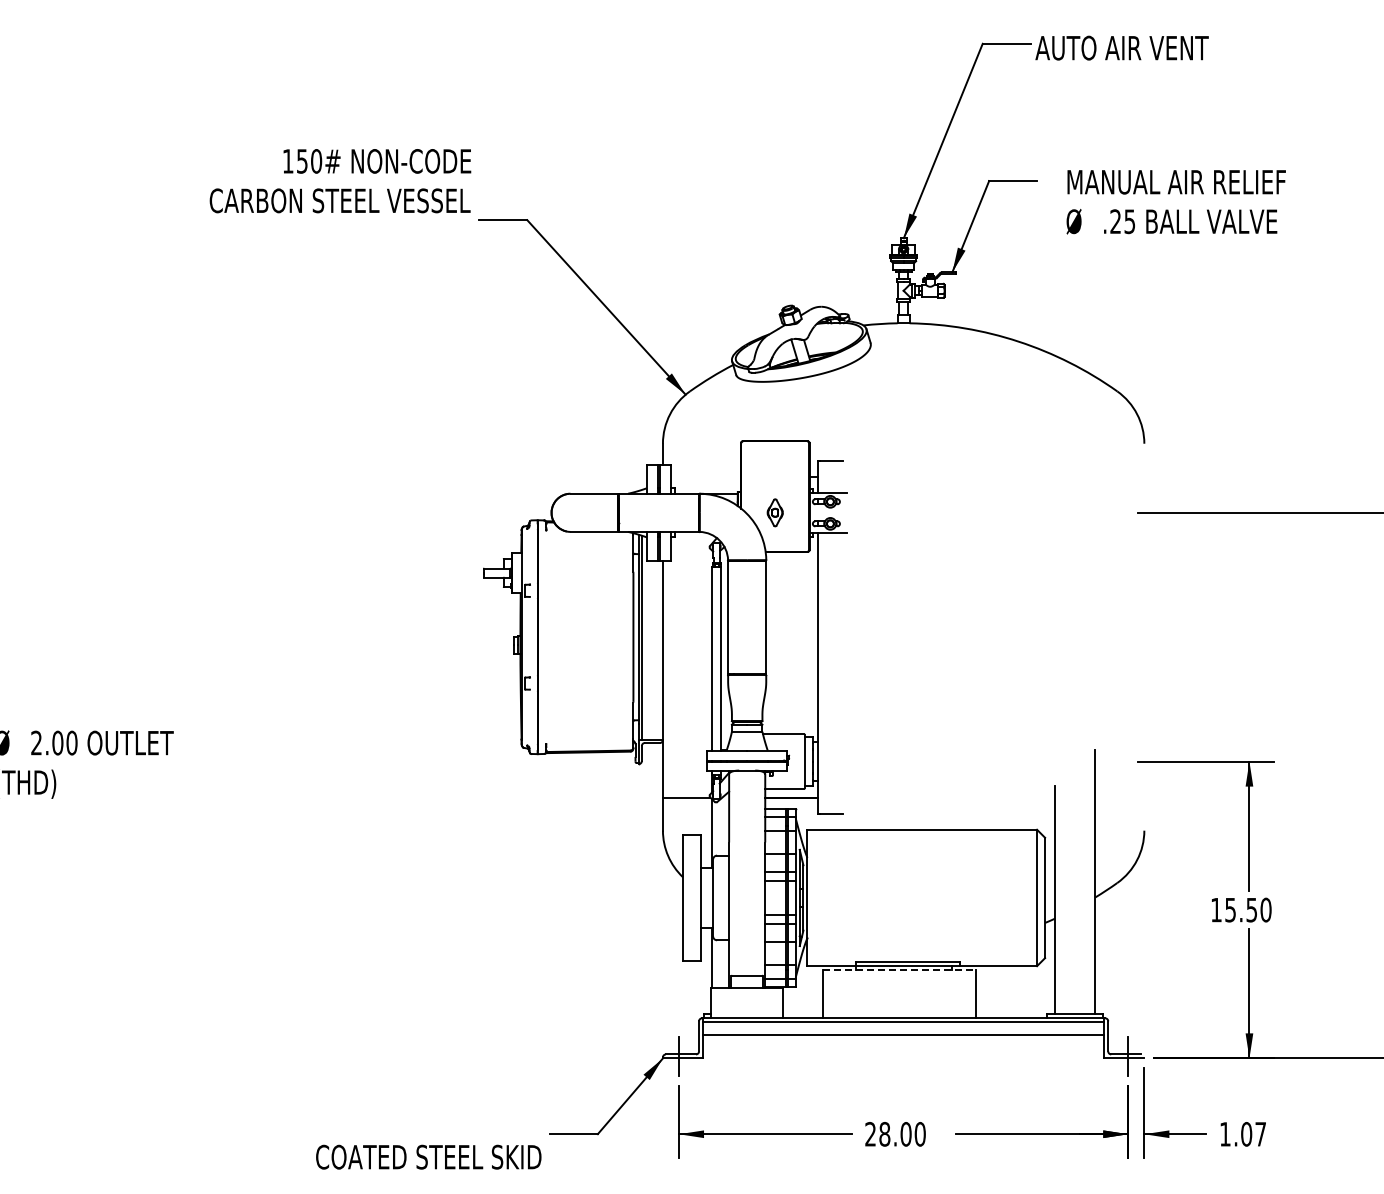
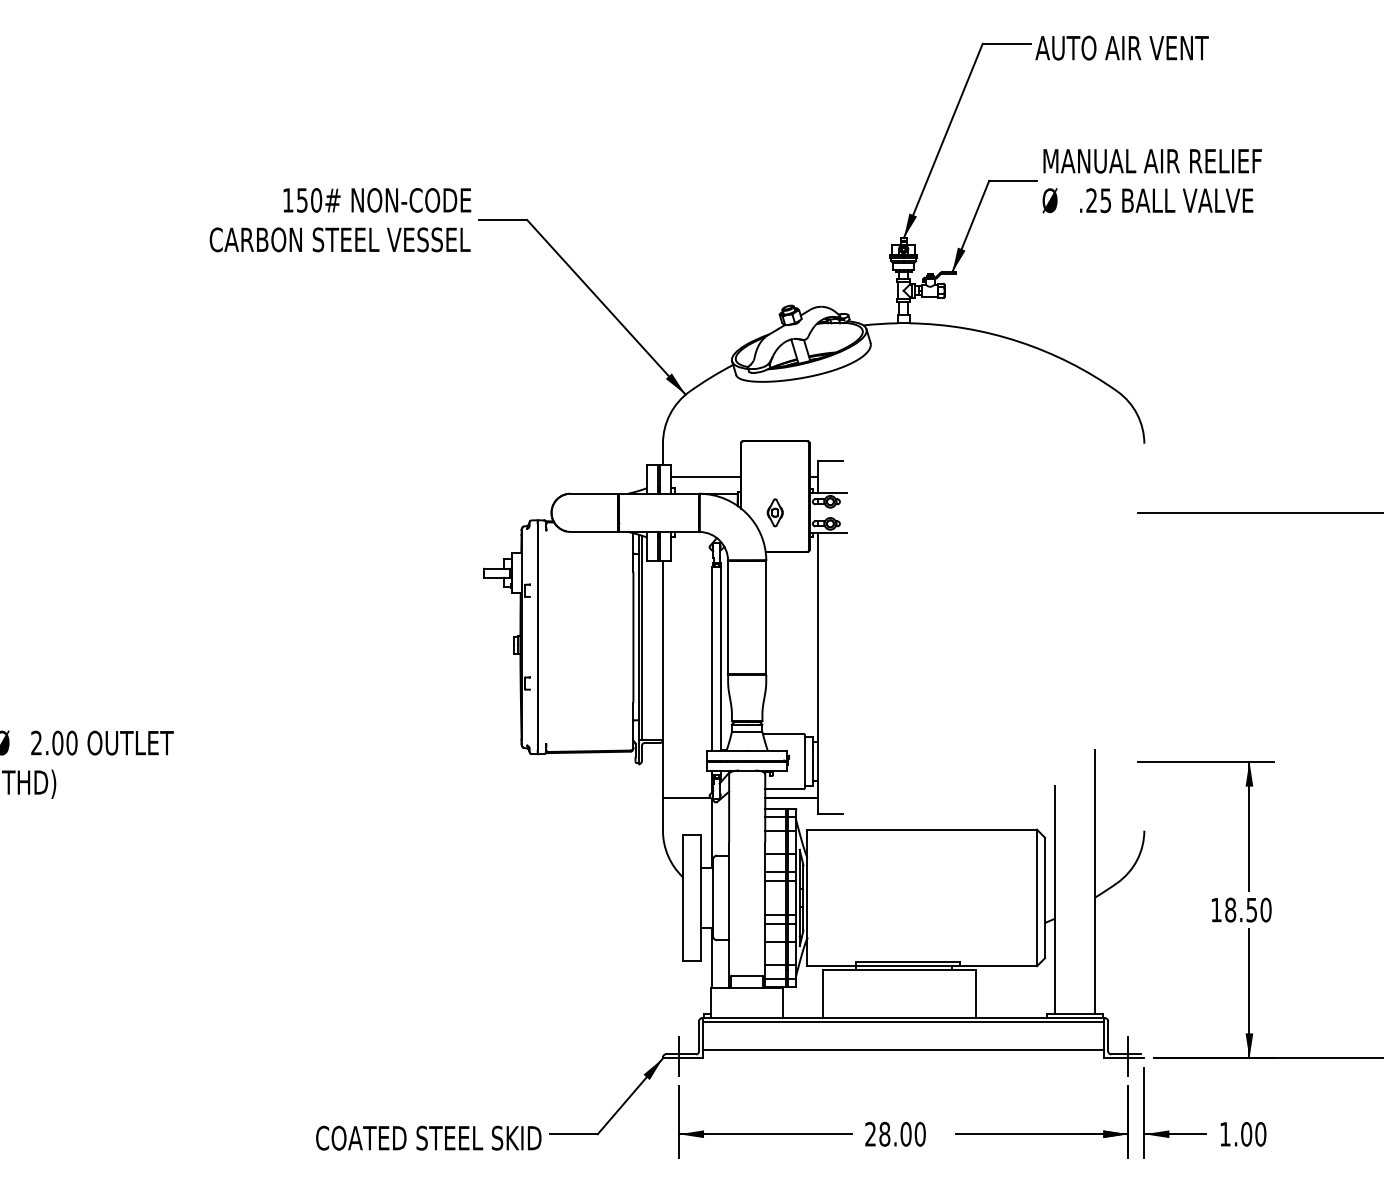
text at (340, 181) position: (340, 181) -> (340, 220)
text at (1175, 202) position: (1175, 202) -> (1151, 181)
line at (705, 476): none -> present
text at (1230, 909): 15.50 -> 18.50
line at (900, 970): dashed -> solid
line at (903, 1035) position: (903, 1035) -> (903, 1050)
text at (1260, 1134): 1.07 -> 1.00
text at (428, 1156) position: (428, 1156) -> (428, 1137)
